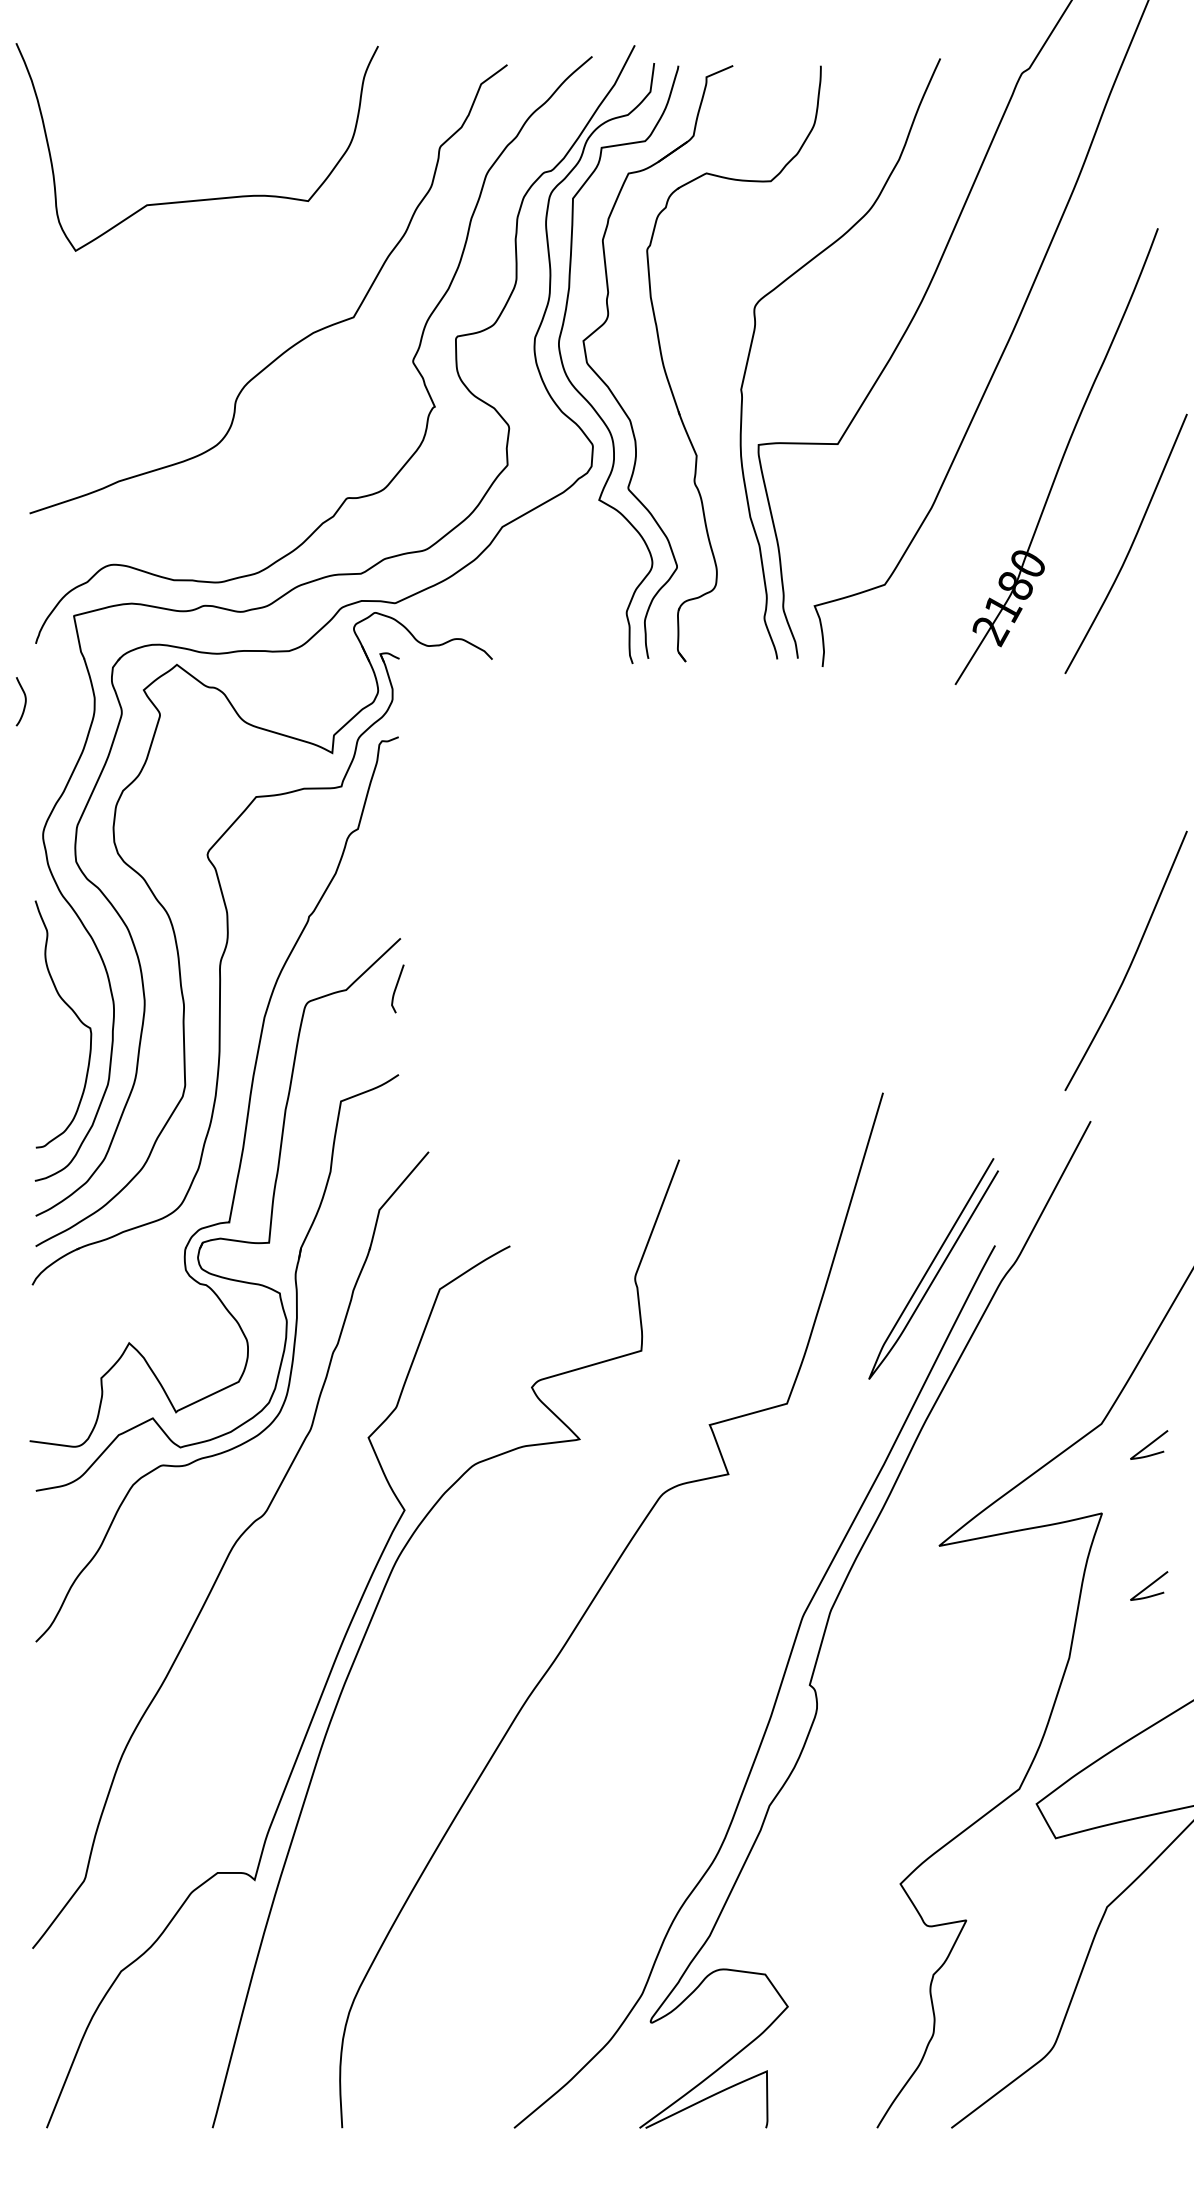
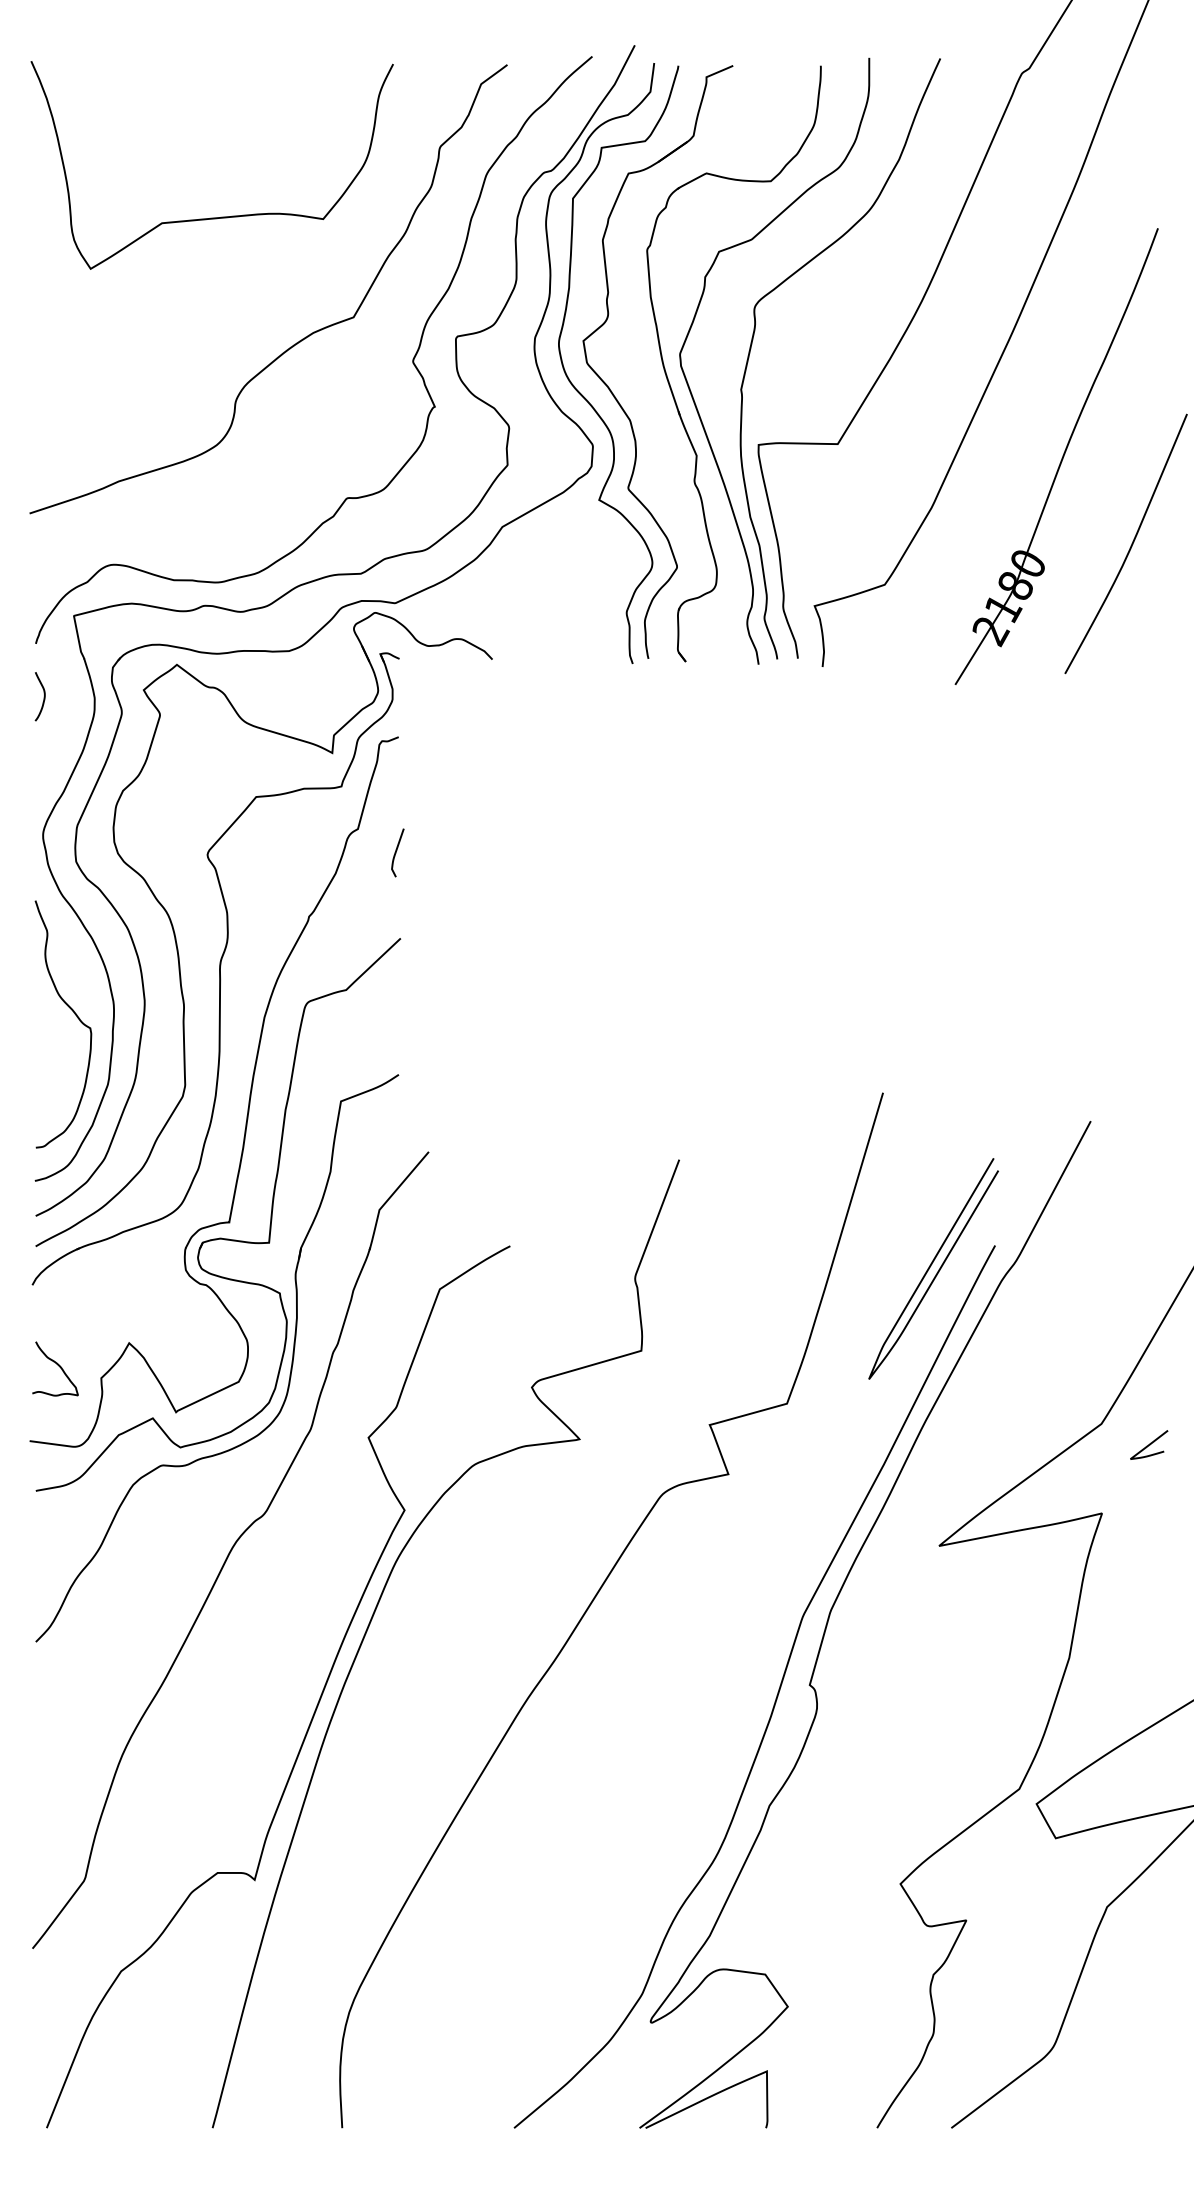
curve at (206, 198) position: (206, 198) -> (221, 216)
curve at (692, 393): none -> present
curve at (24, 701) position: (24, 701) -> (43, 696)
curve at (1130, 962): present -> none
curve at (396, 988) position: (396, 988) -> (396, 852)
curve at (57, 1365): none -> present
curve at (1149, 1585): present -> none
